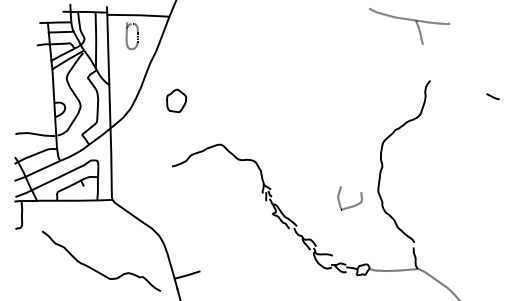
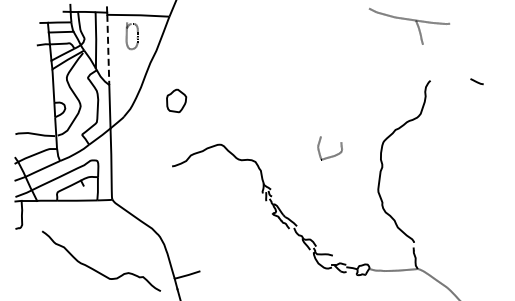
line at (108, 50): solid -> dashed
line at (492, 96) position: (492, 96) -> (476, 81)
curve at (351, 205) position: (351, 205) -> (331, 155)
